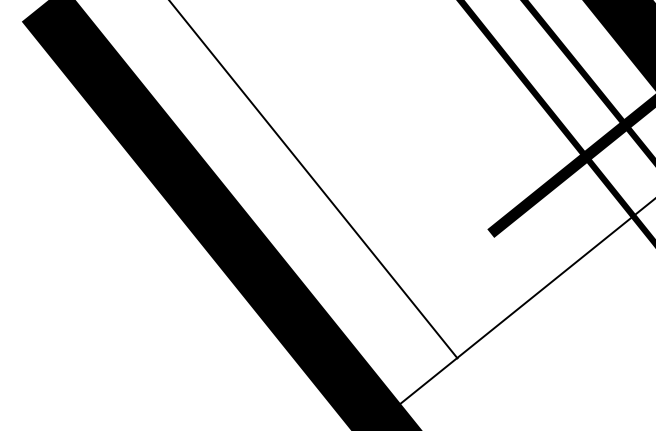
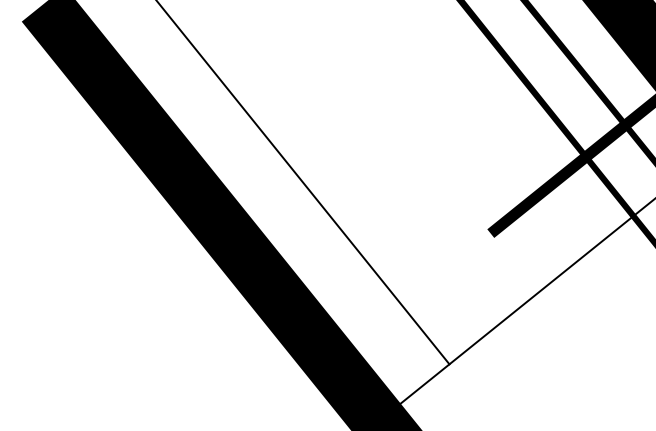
line at (313, 180) position: (313, 180) -> (303, 183)
